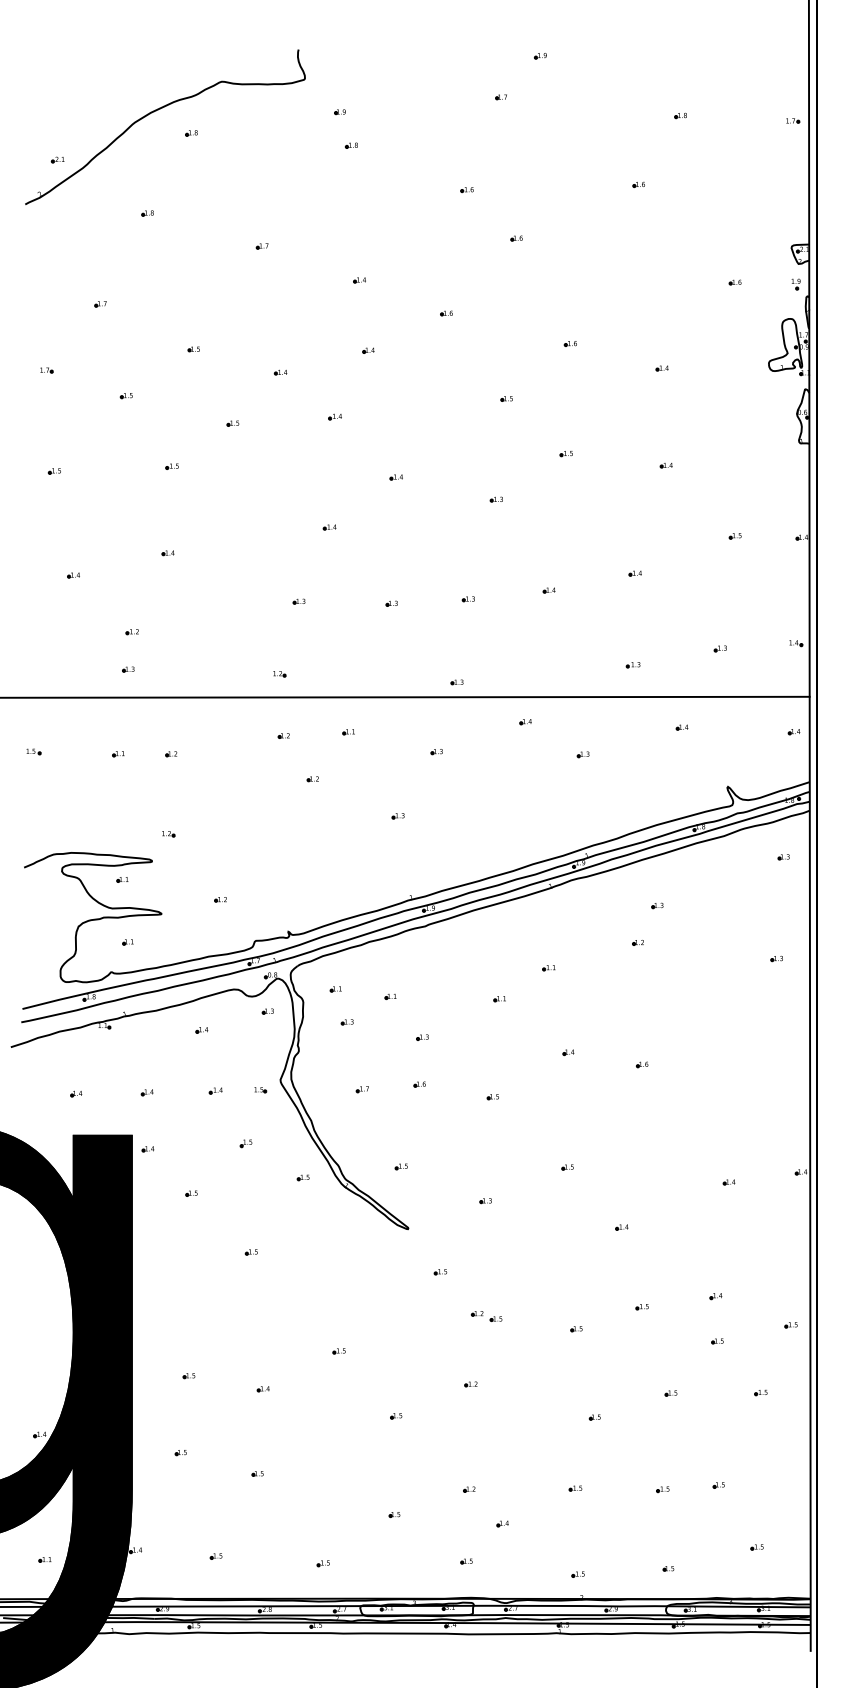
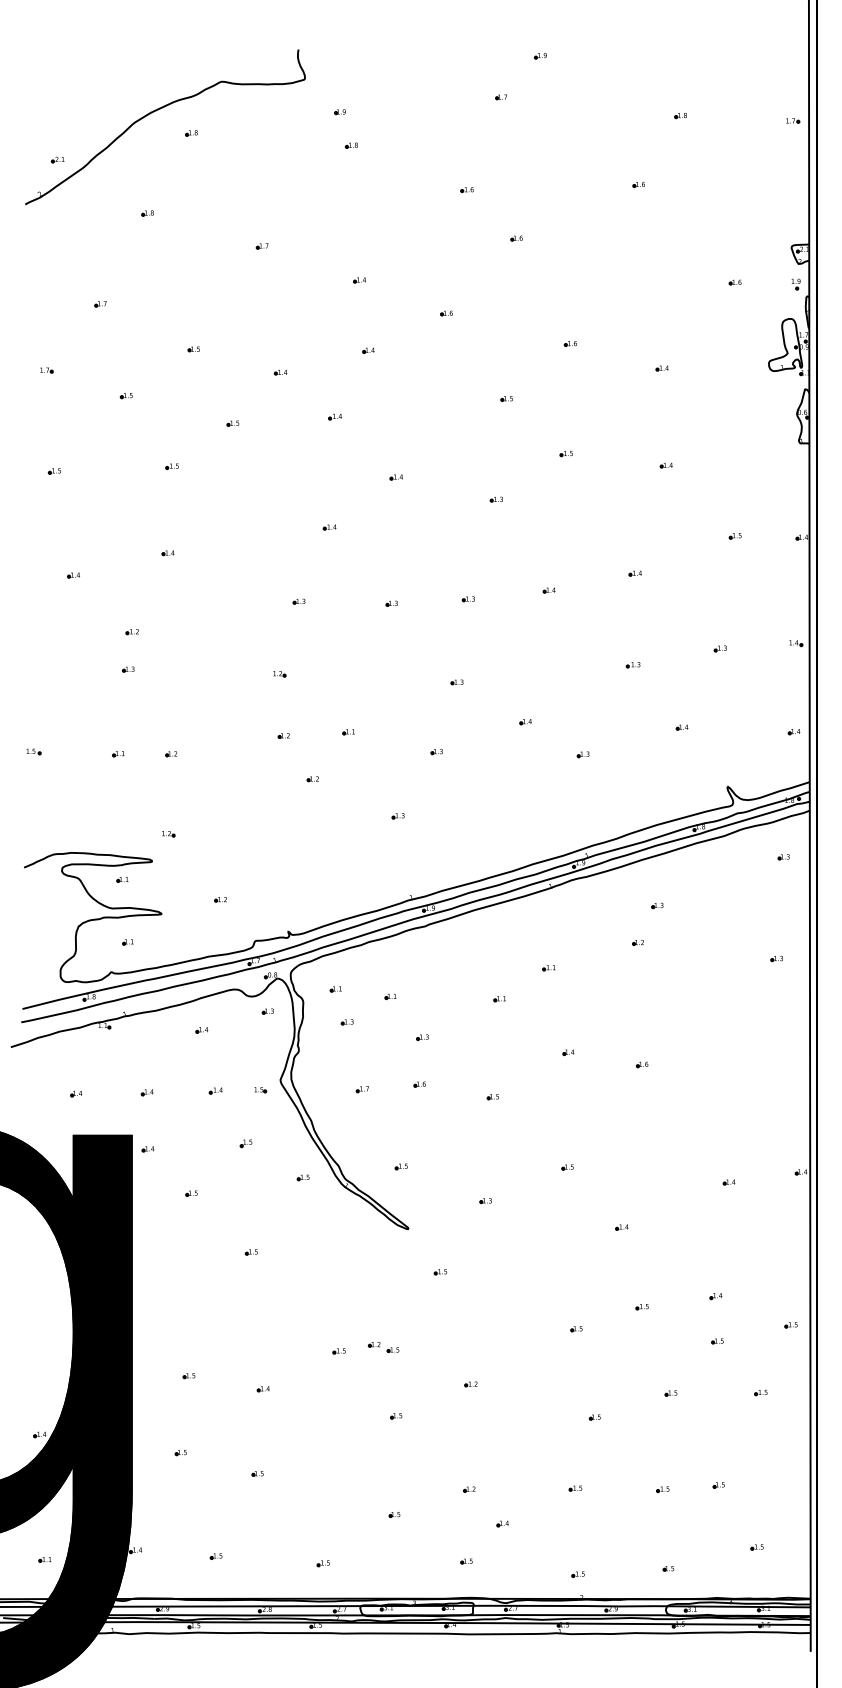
line at (405, 696): present -> none
part at (486, 1316) position: (486, 1316) -> (383, 1347)
